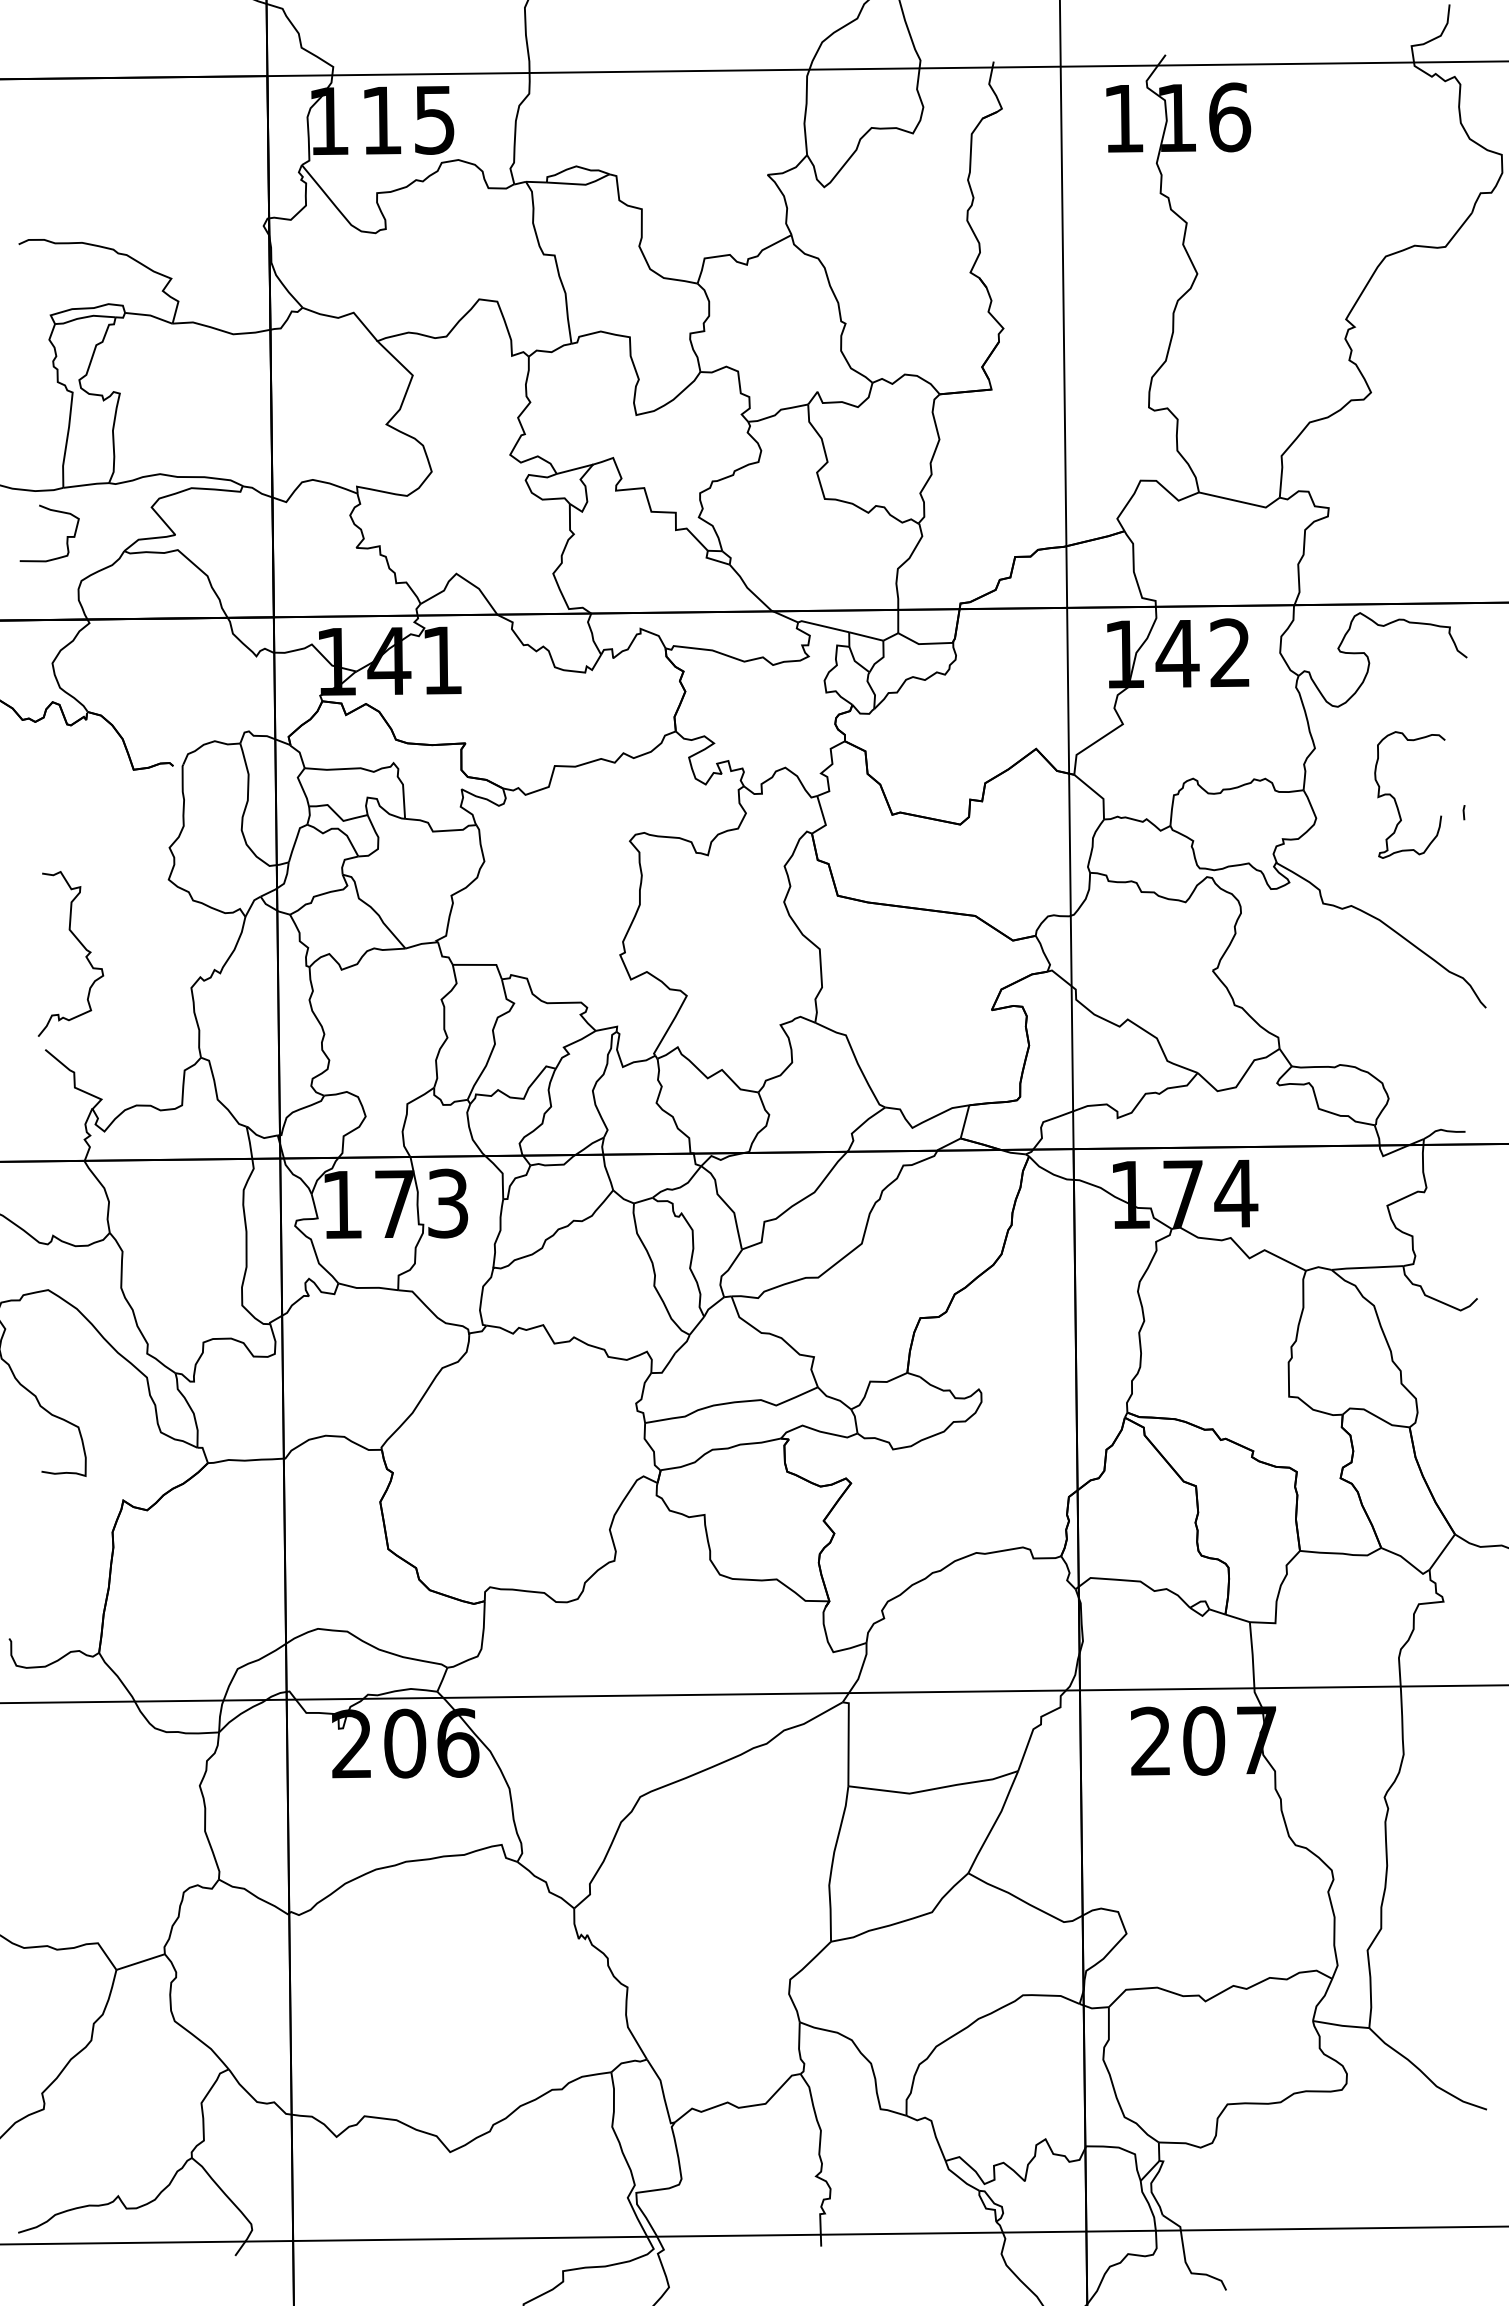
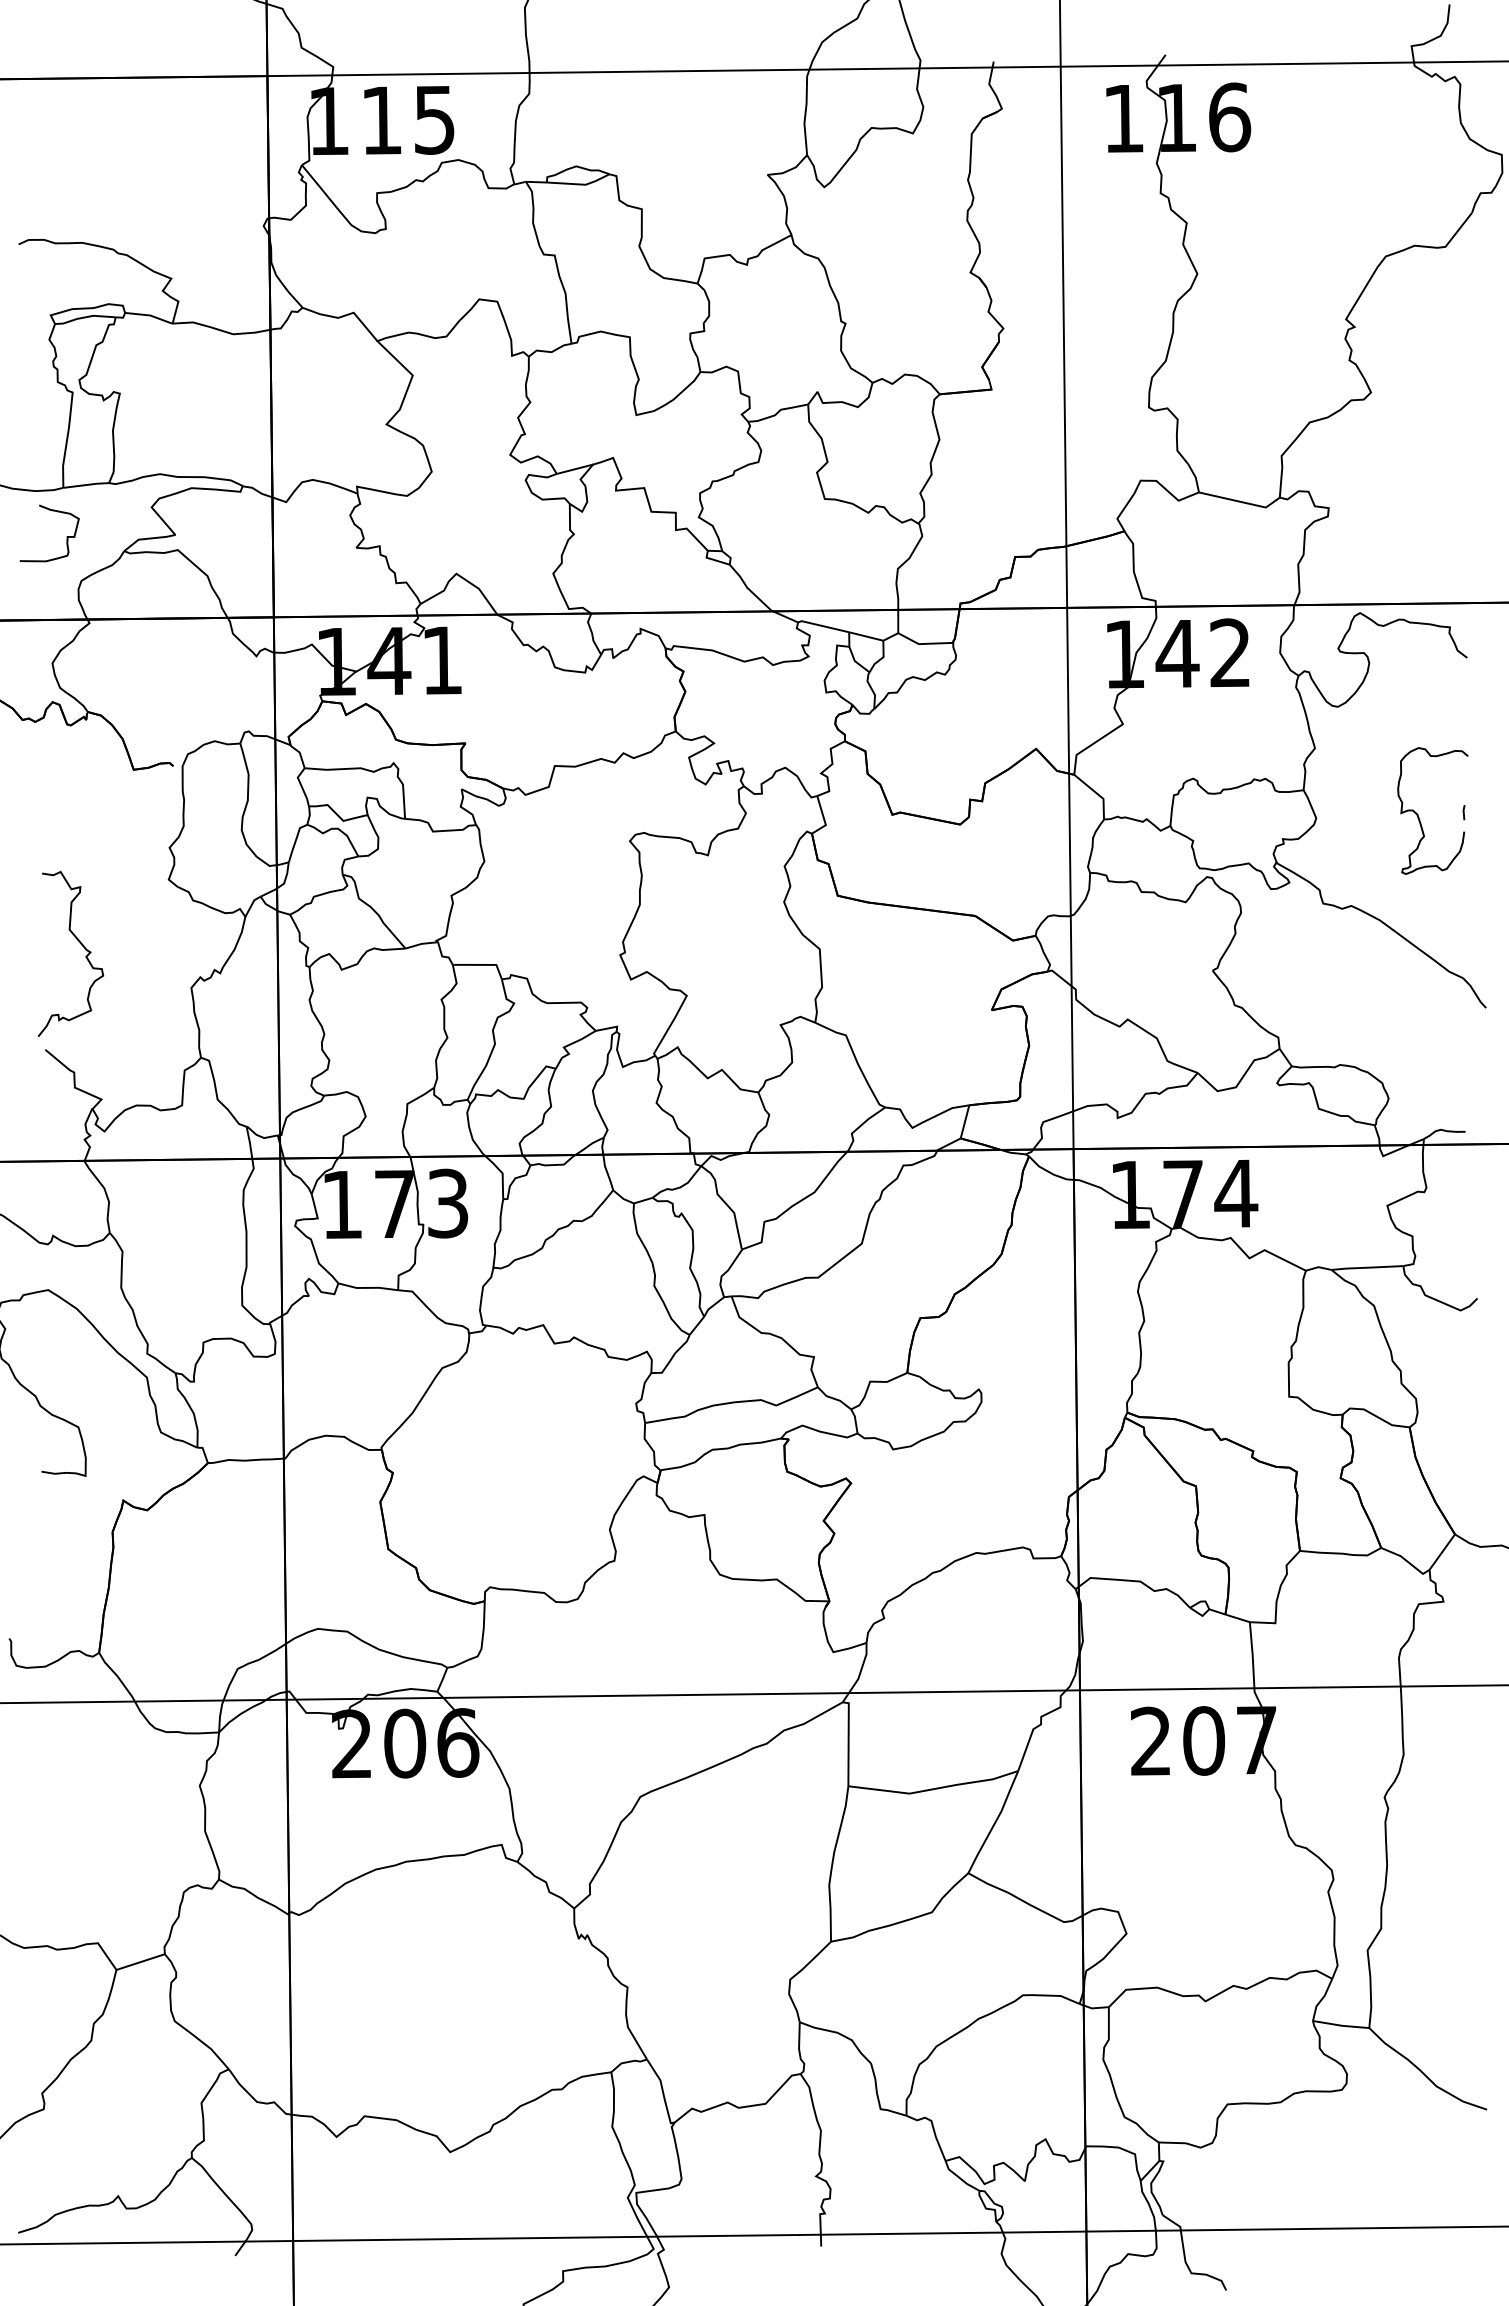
curve at (1395, 798) position: (1395, 798) -> (1418, 814)
